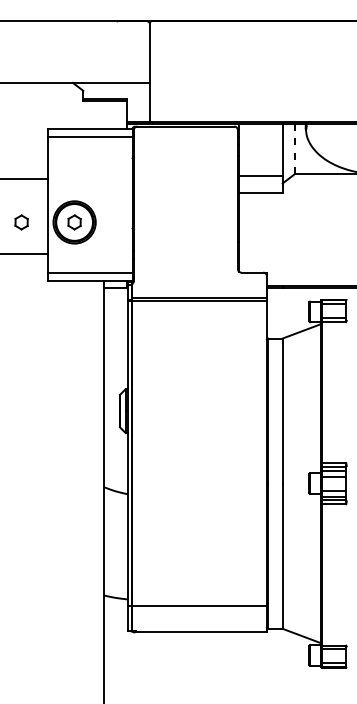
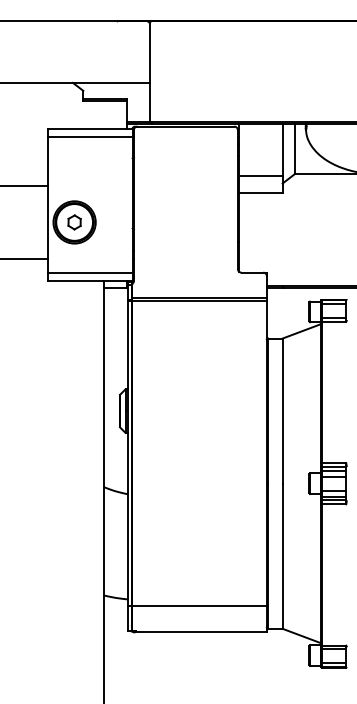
line at (294, 149): dashed -> solid
line at (25, 179) position: (25, 179) -> (25, 186)
part at (21, 222): present -> none
line at (25, 253) position: (25, 253) -> (25, 258)
